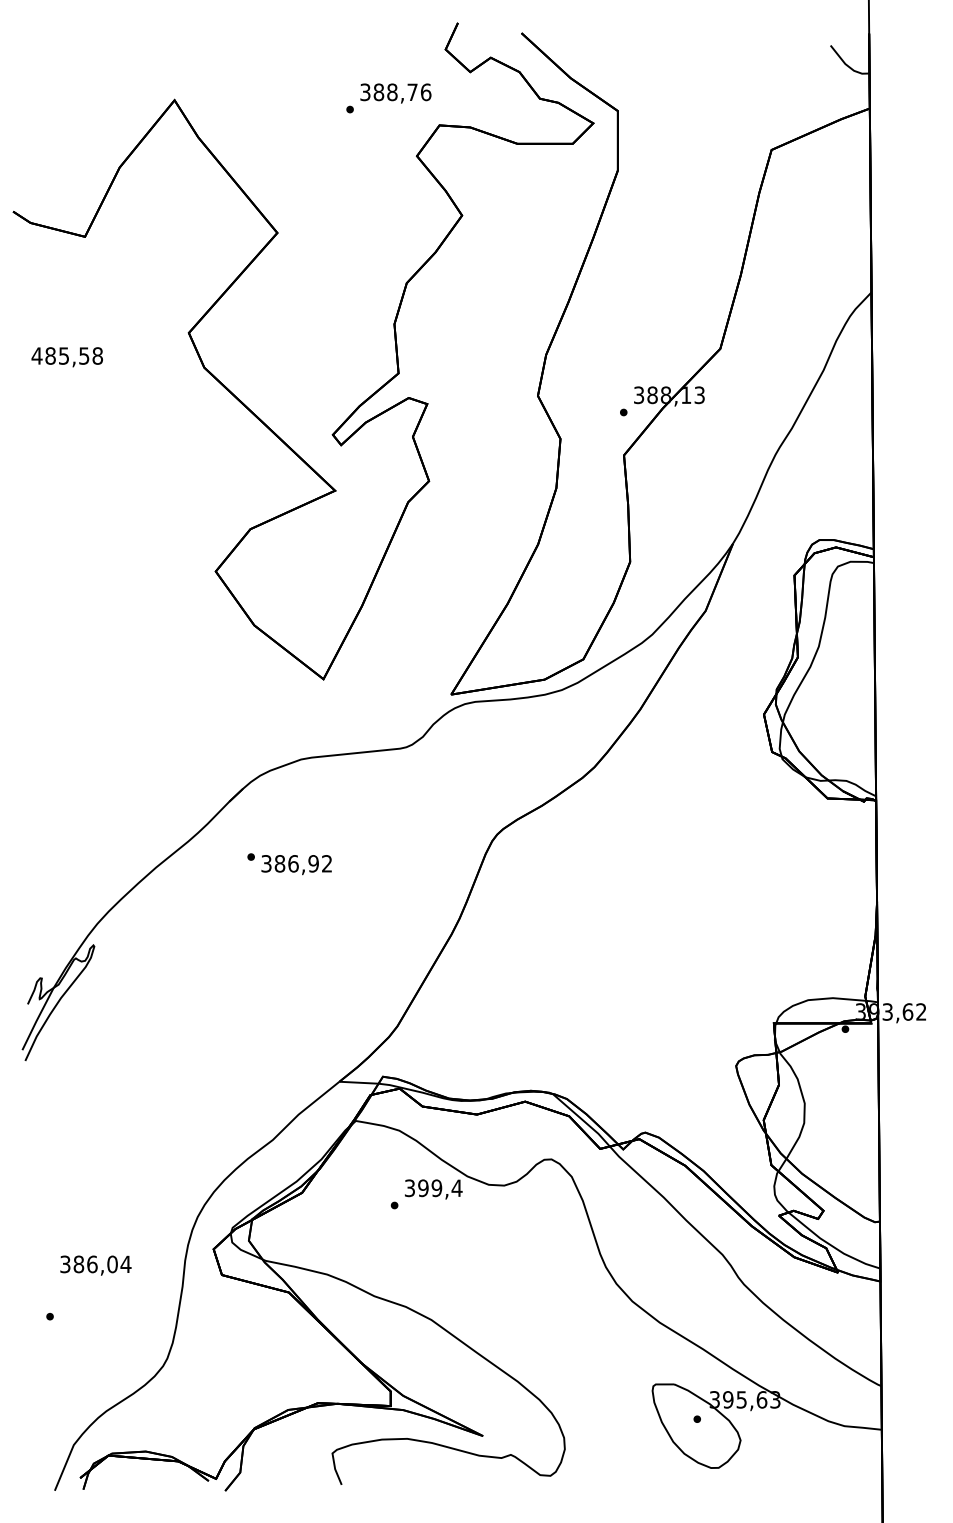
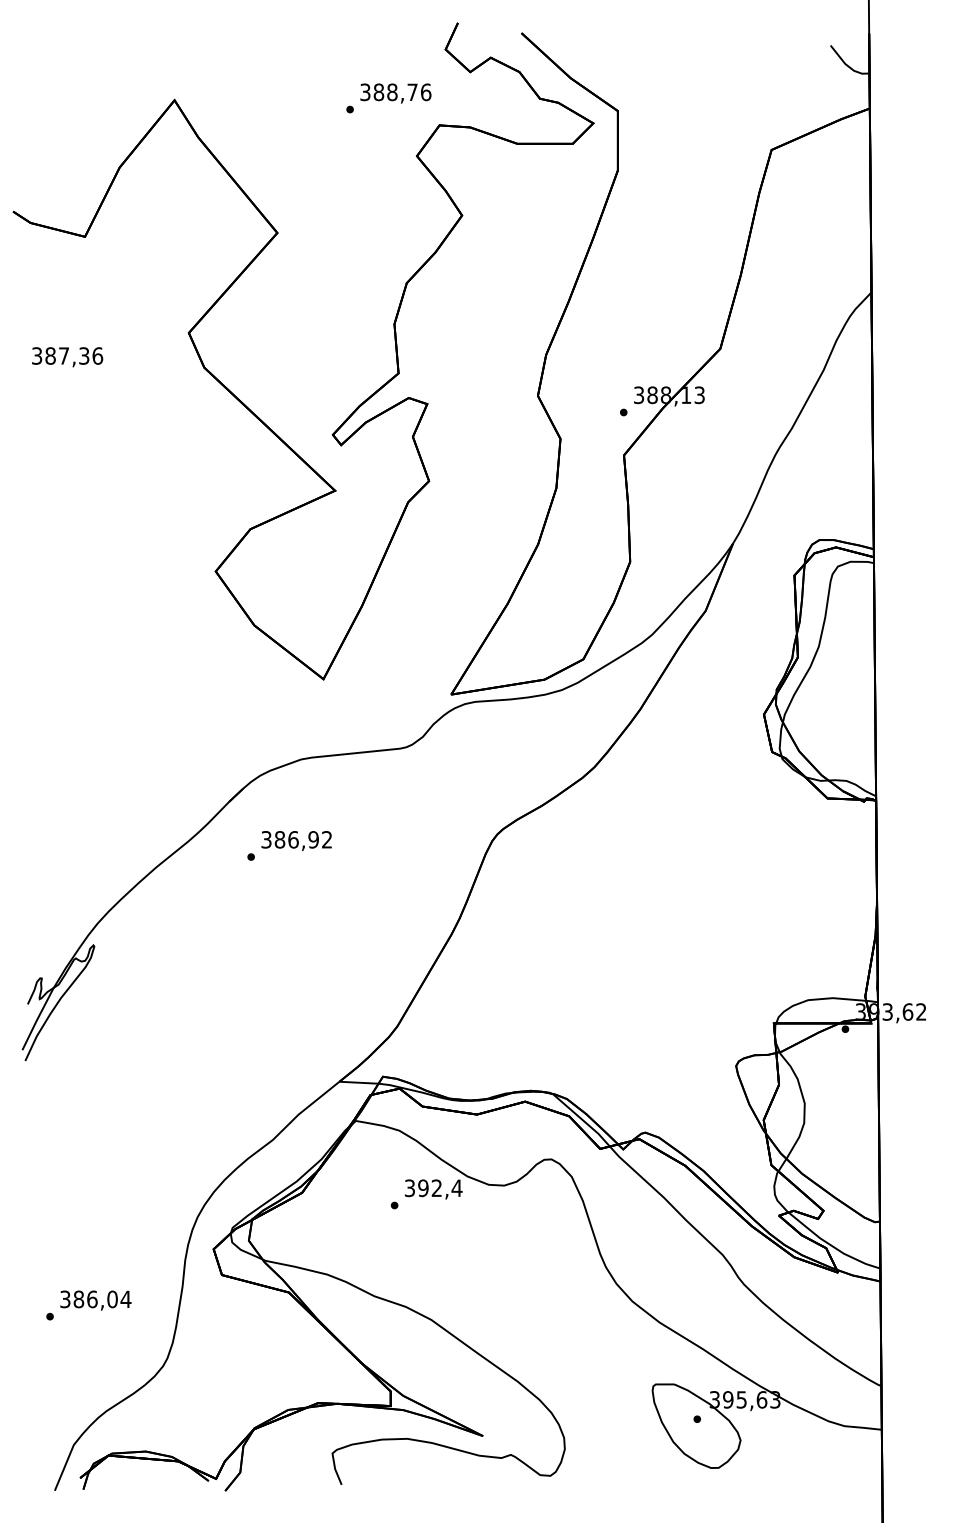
text at (67, 355): 485,58 -> 387,36
text at (296, 865) position: (296, 865) -> (296, 841)
text at (436, 1188): 399,4 -> 392,4
text at (95, 1265) position: (95, 1265) -> (95, 1300)
